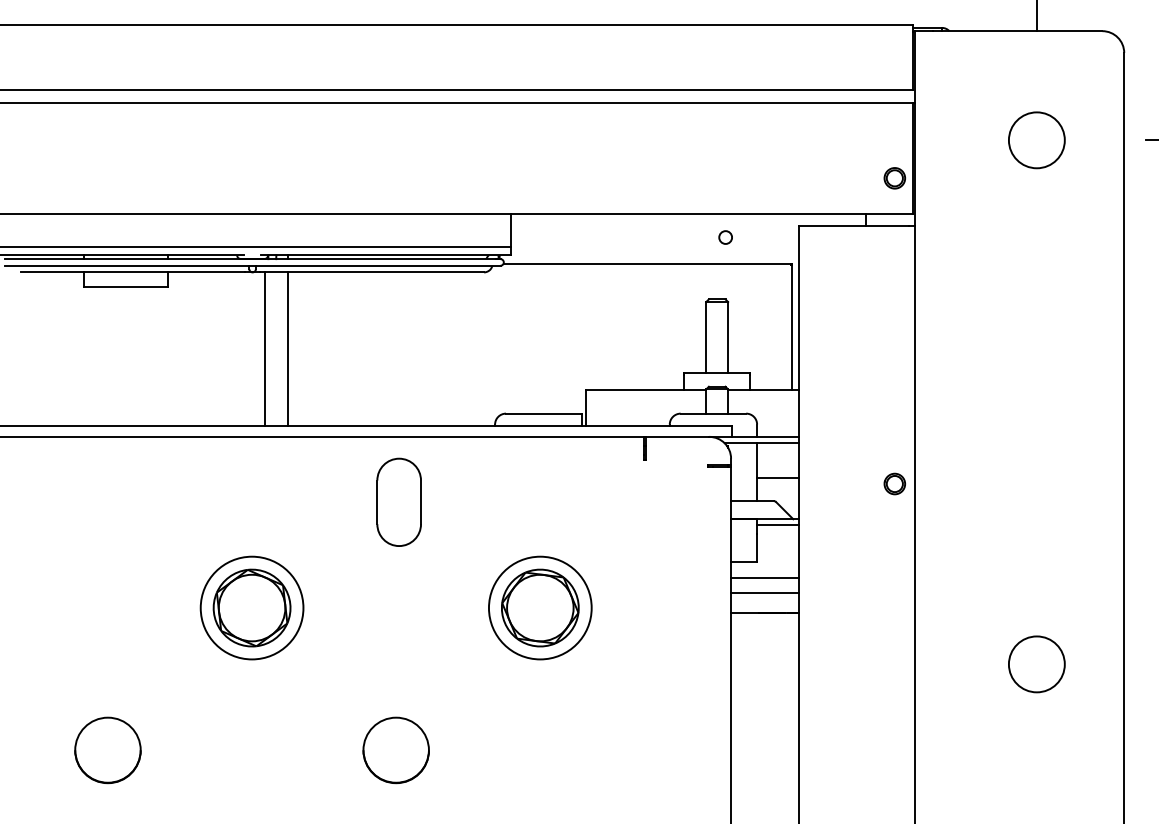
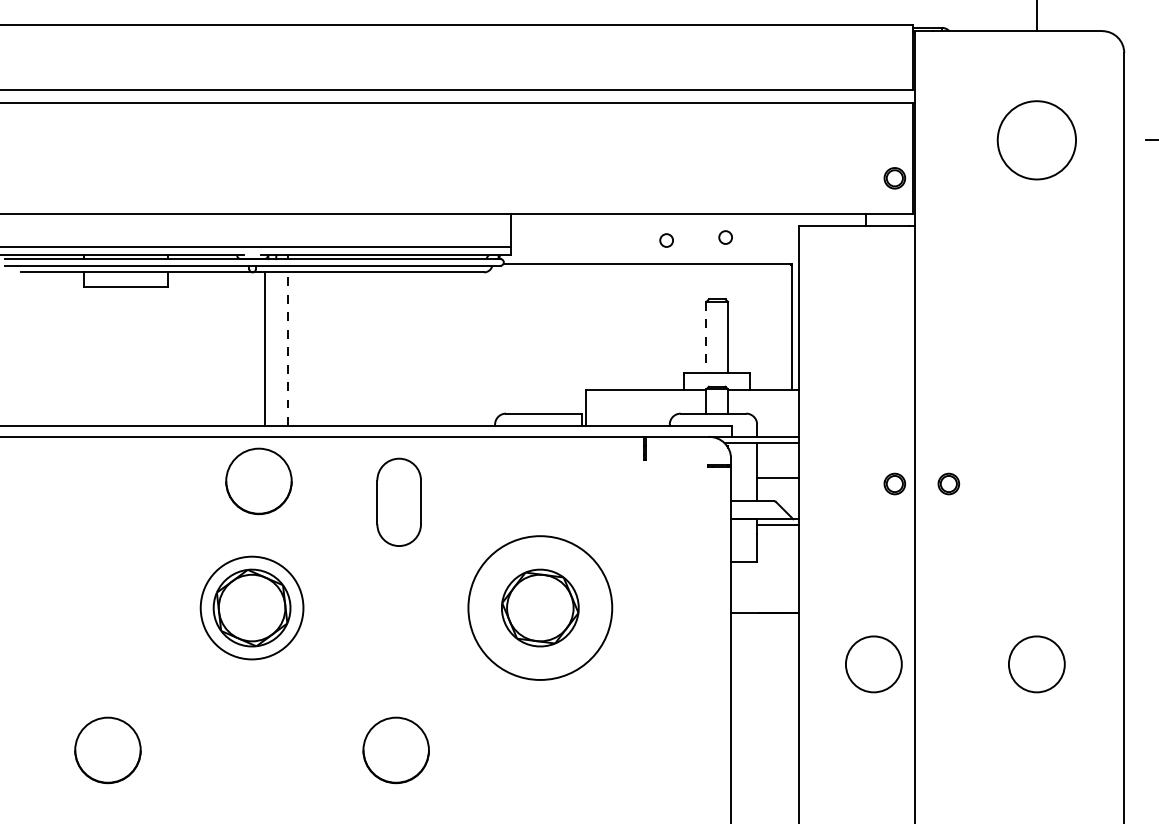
circle at (1036, 140) diameter: 56 px -> 78 px
circle at (666, 240): none -> present
line at (706, 337): solid -> dashed
line at (287, 349): solid -> dashed
part at (258, 481): none -> present
part at (948, 483): none -> present
line at (764, 577): present -> none
line at (764, 592): present -> none
circle at (539, 607) diameter: 103 px -> 144 px
circle at (873, 664): none -> present
